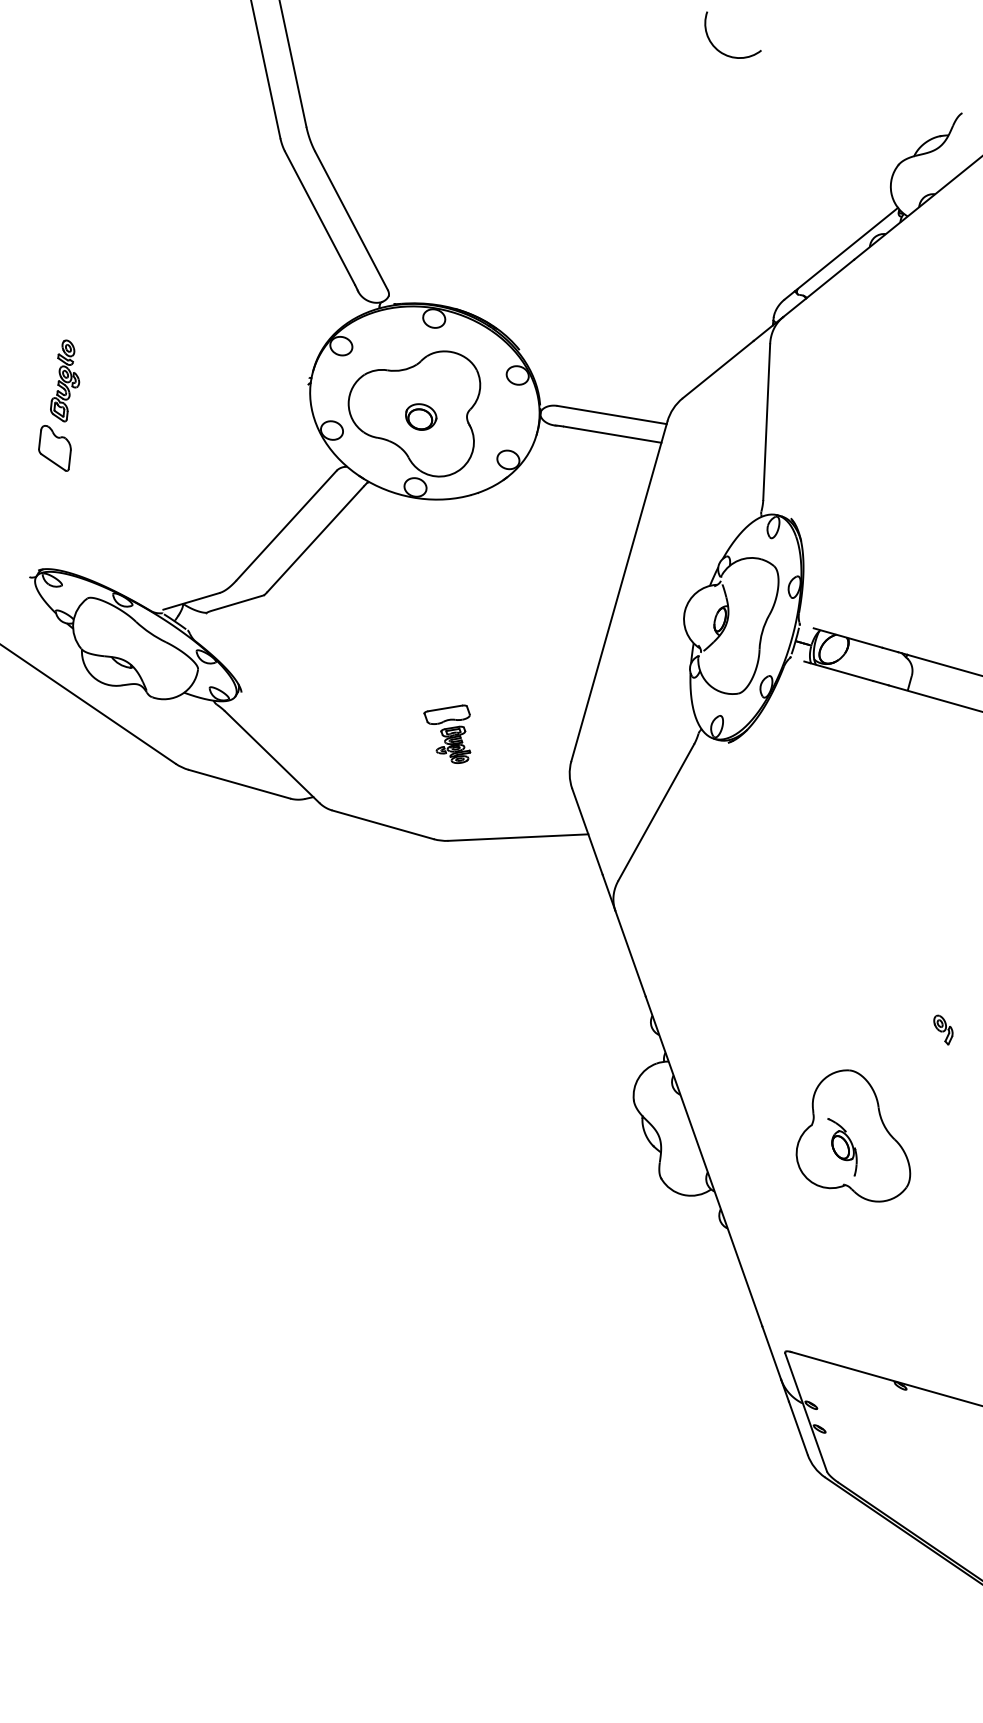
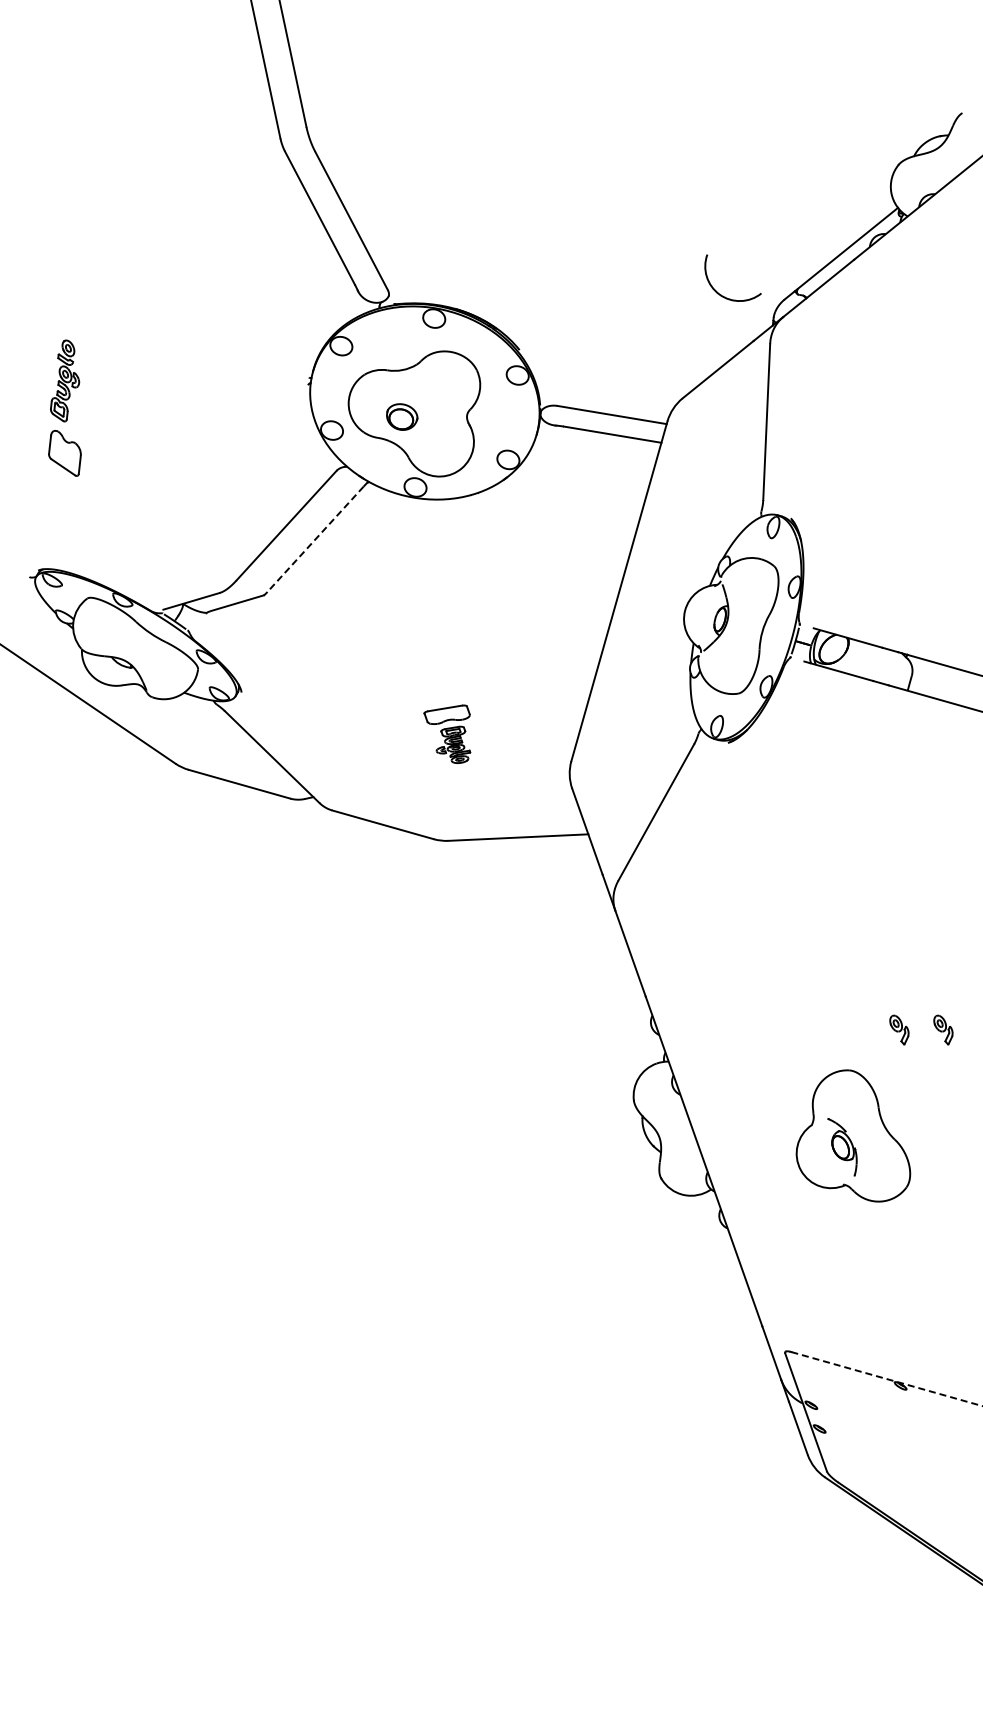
arc at (723, 52) position: (723, 52) -> (723, 295)
part at (421, 416) position: (421, 416) -> (402, 416)
part at (54, 448) position: (54, 448) -> (64, 453)
line at (315, 539): solid -> dashed
part at (899, 1029): none -> present
line at (887, 1379): solid -> dashed
